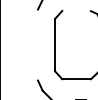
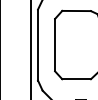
line at (76, 10): none -> present
line at (38, 44): none -> present
line at (31, 49): none -> present
